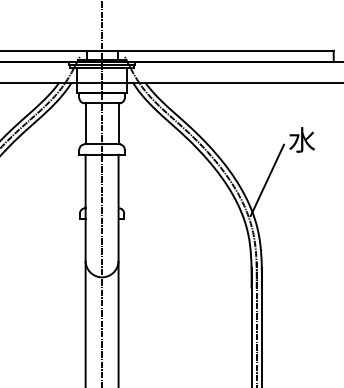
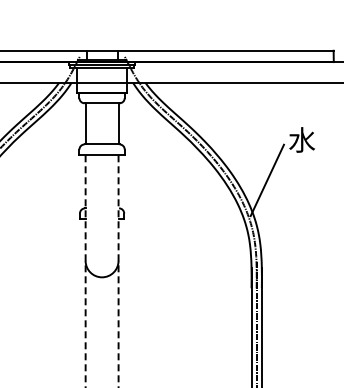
line at (102, 193): present -> none
line at (85, 270): solid -> dashed
line at (118, 270): solid -> dashed
